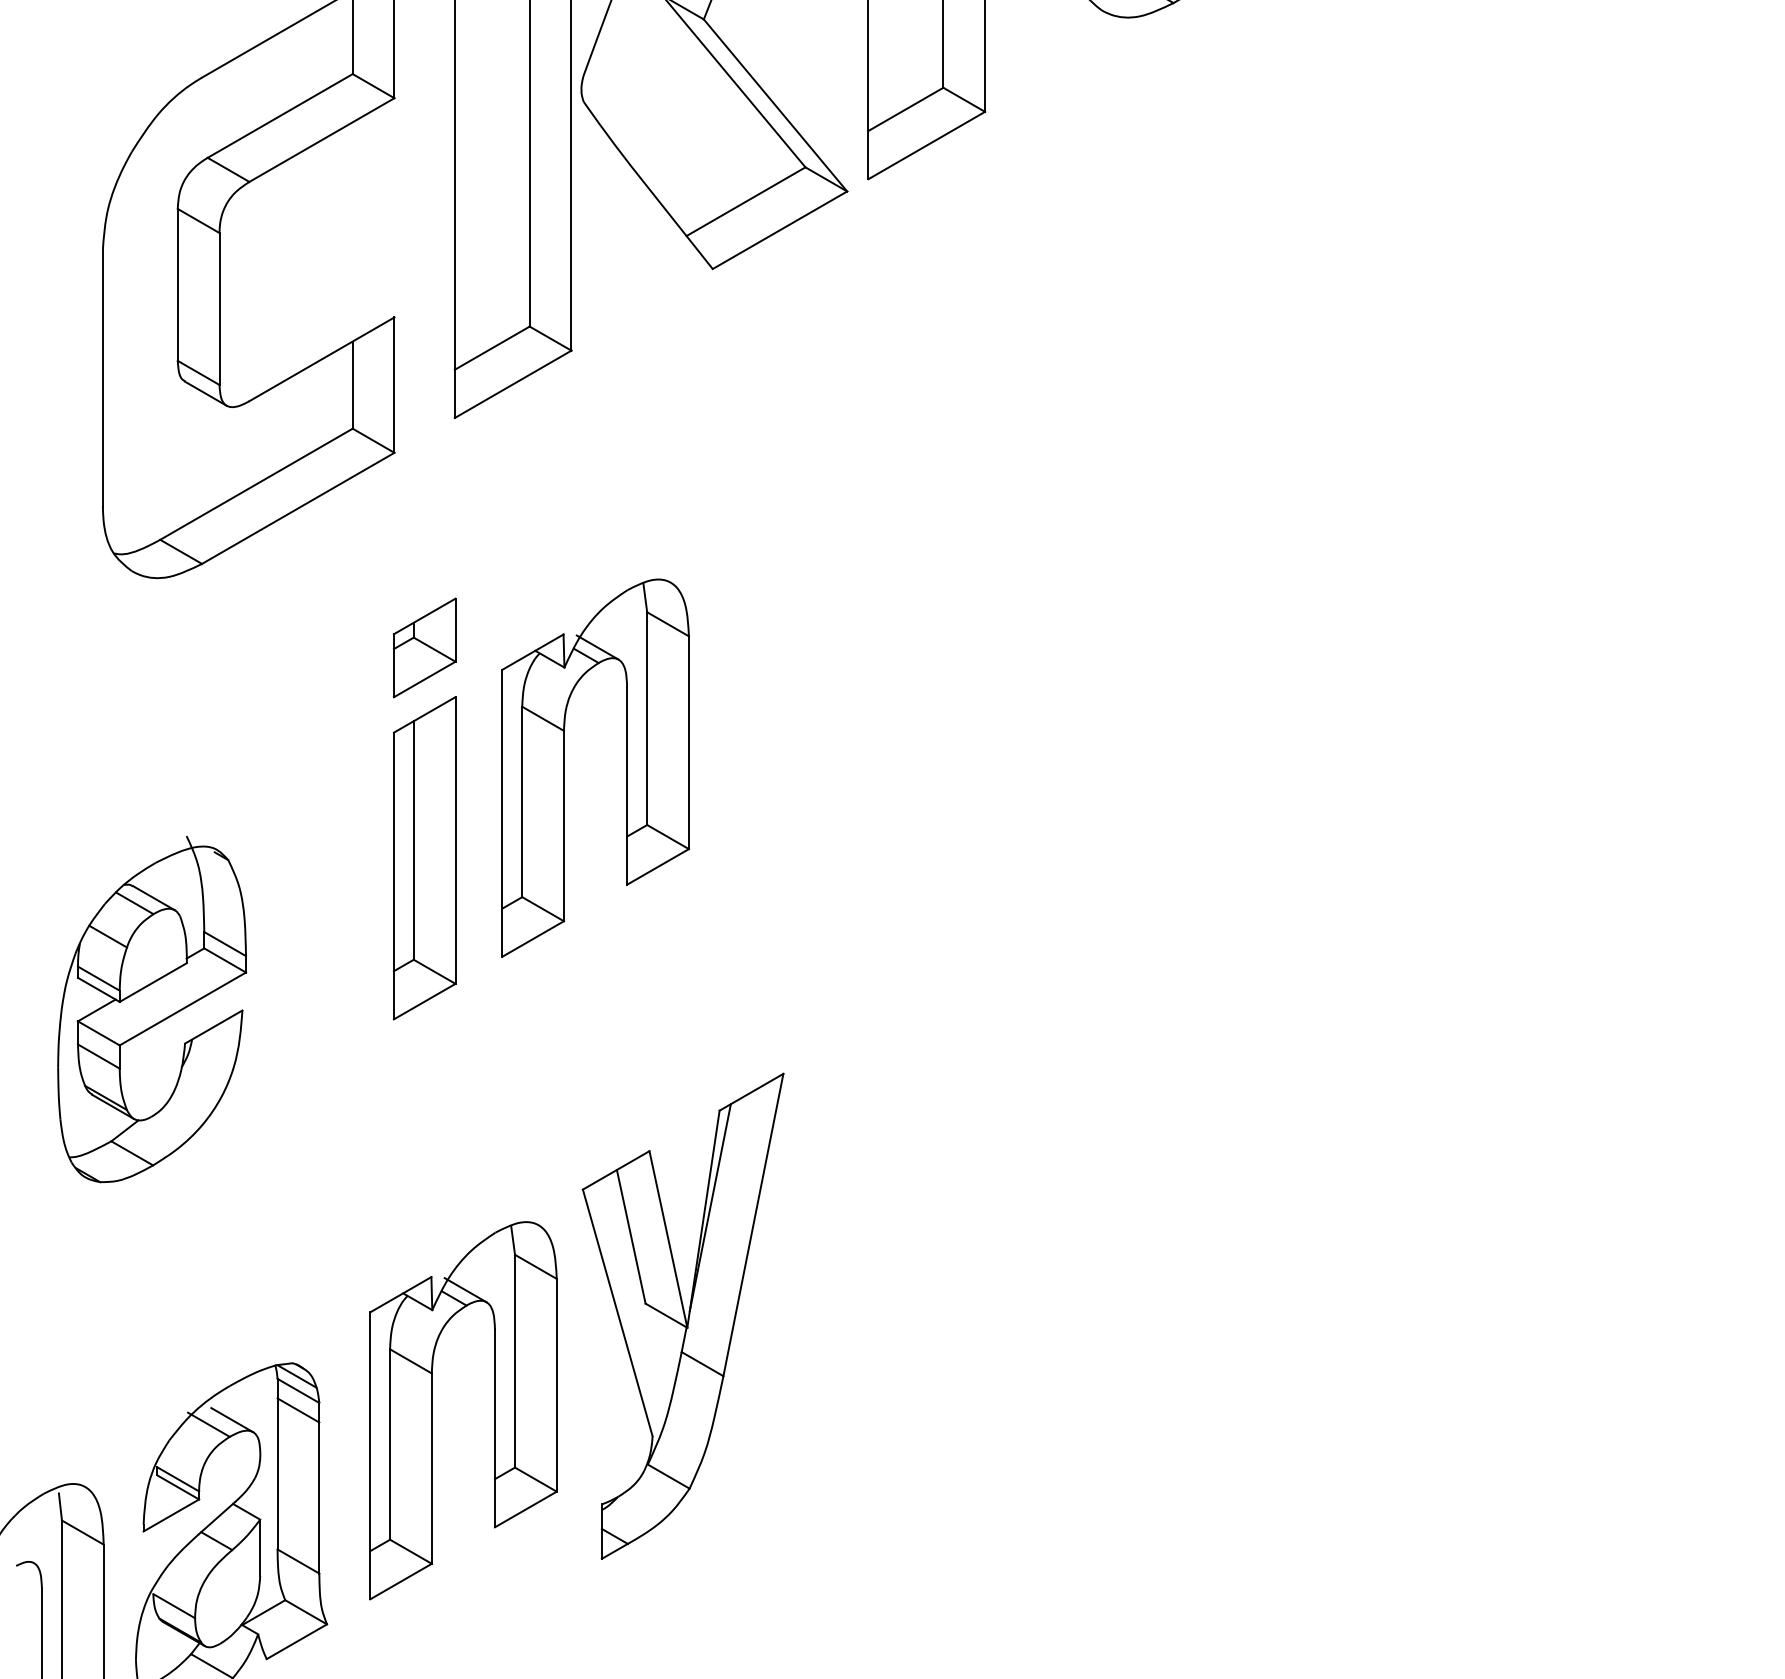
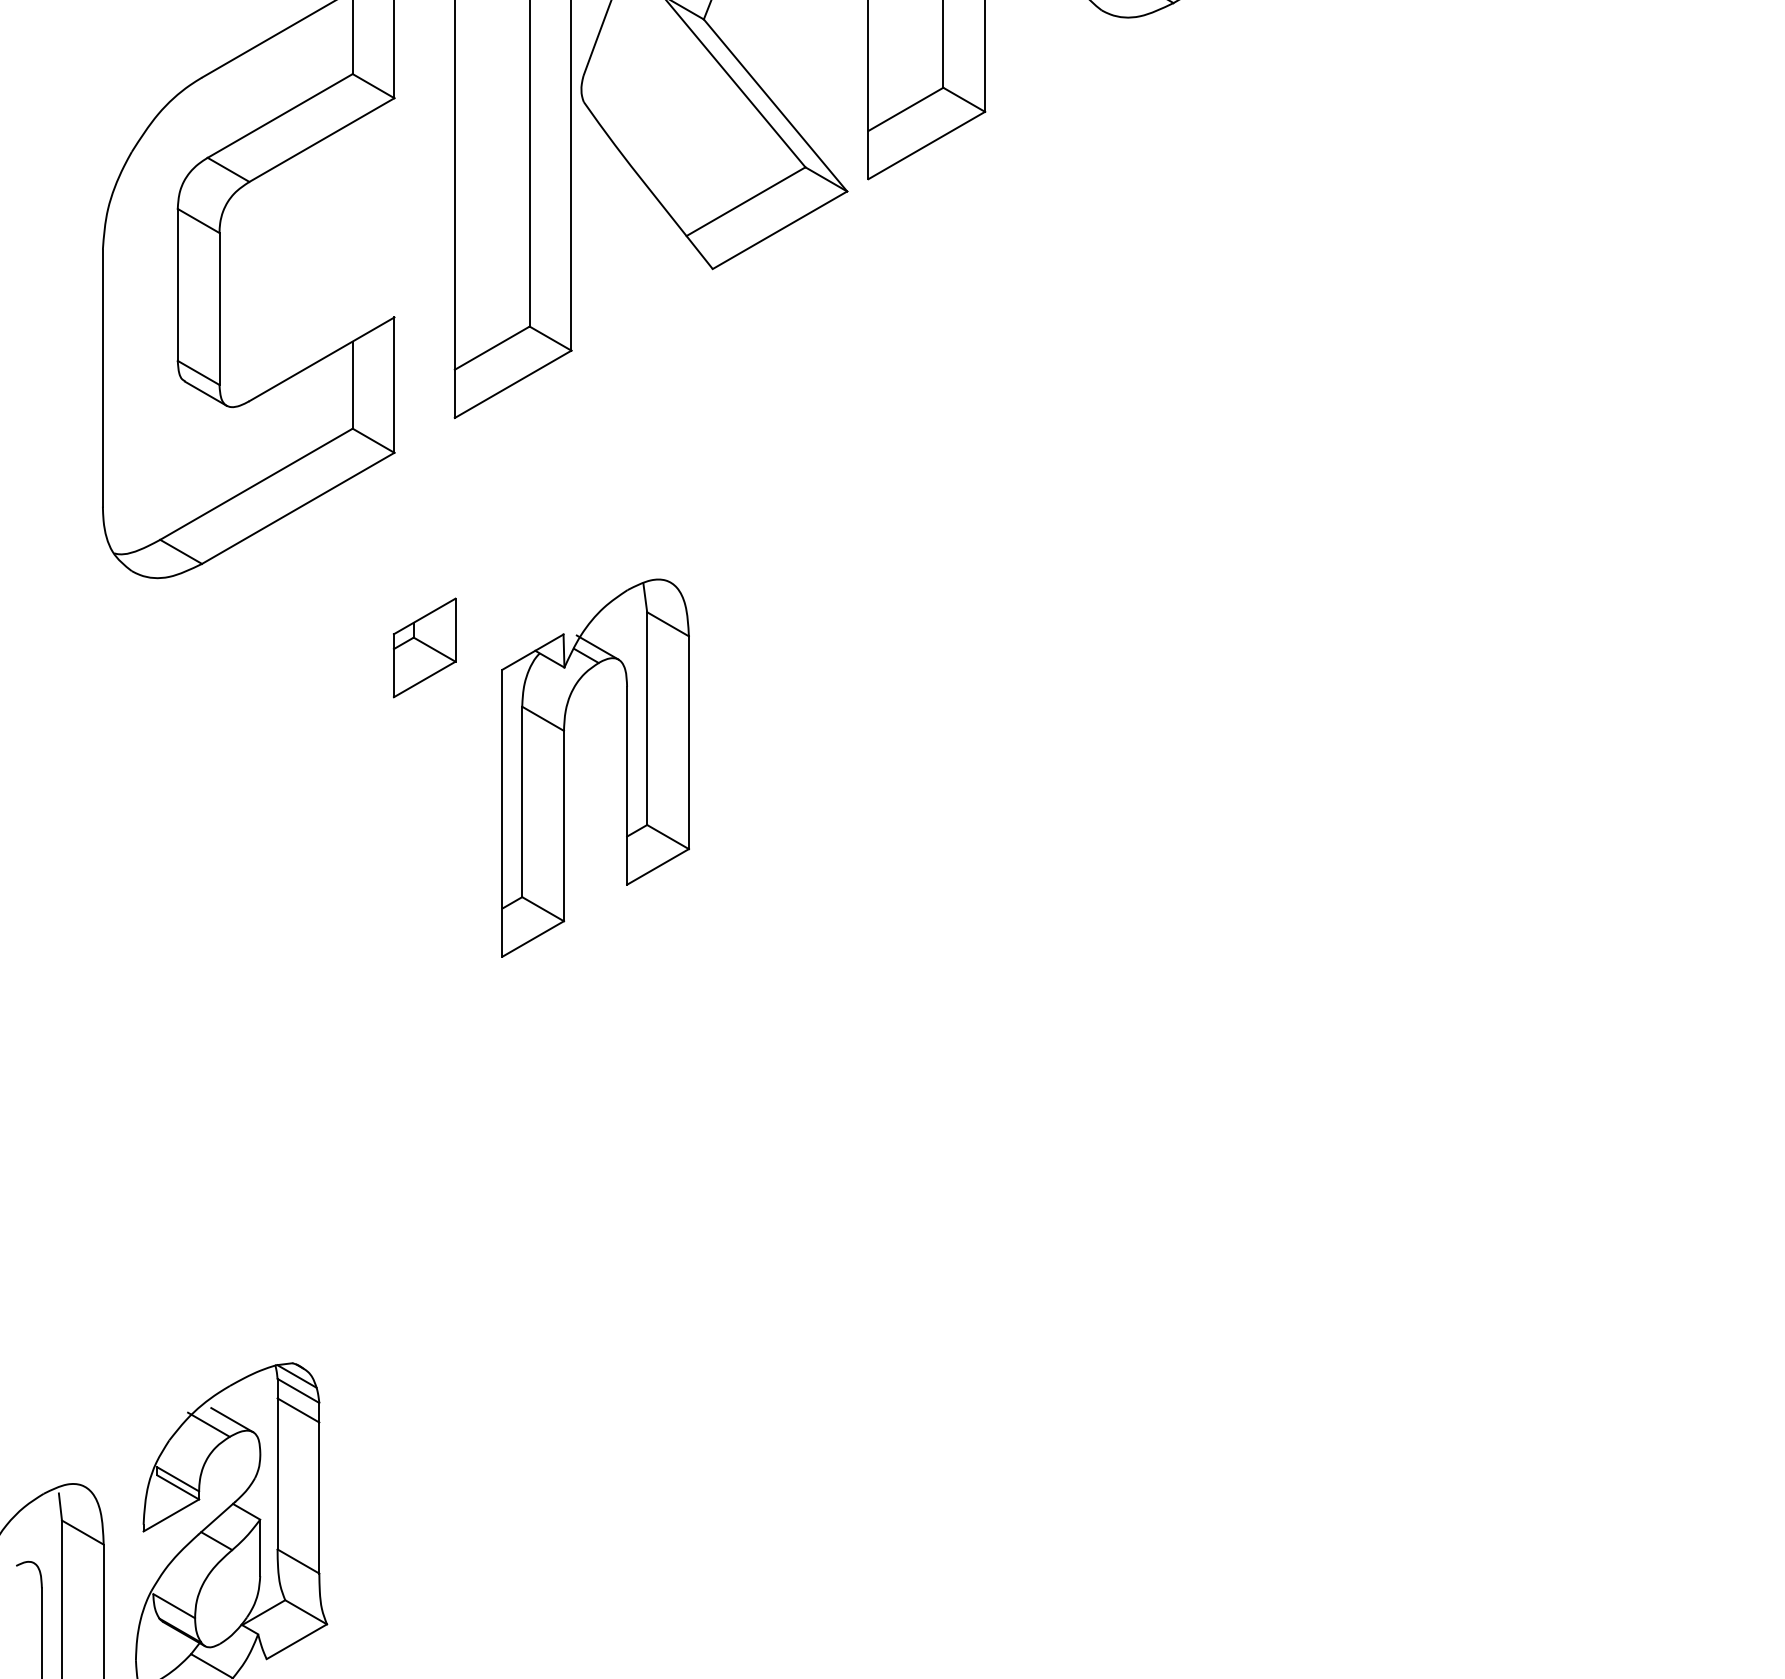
part at (424, 858): present -> none
part at (152, 1009): present -> none
part at (682, 1315): present -> none
part at (432, 1410): present -> none
